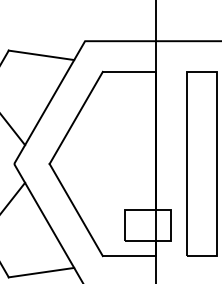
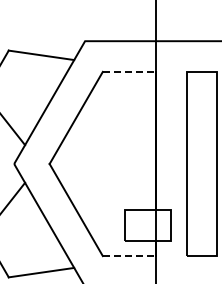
line at (129, 71): solid -> dashed
line at (129, 256): solid -> dashed
